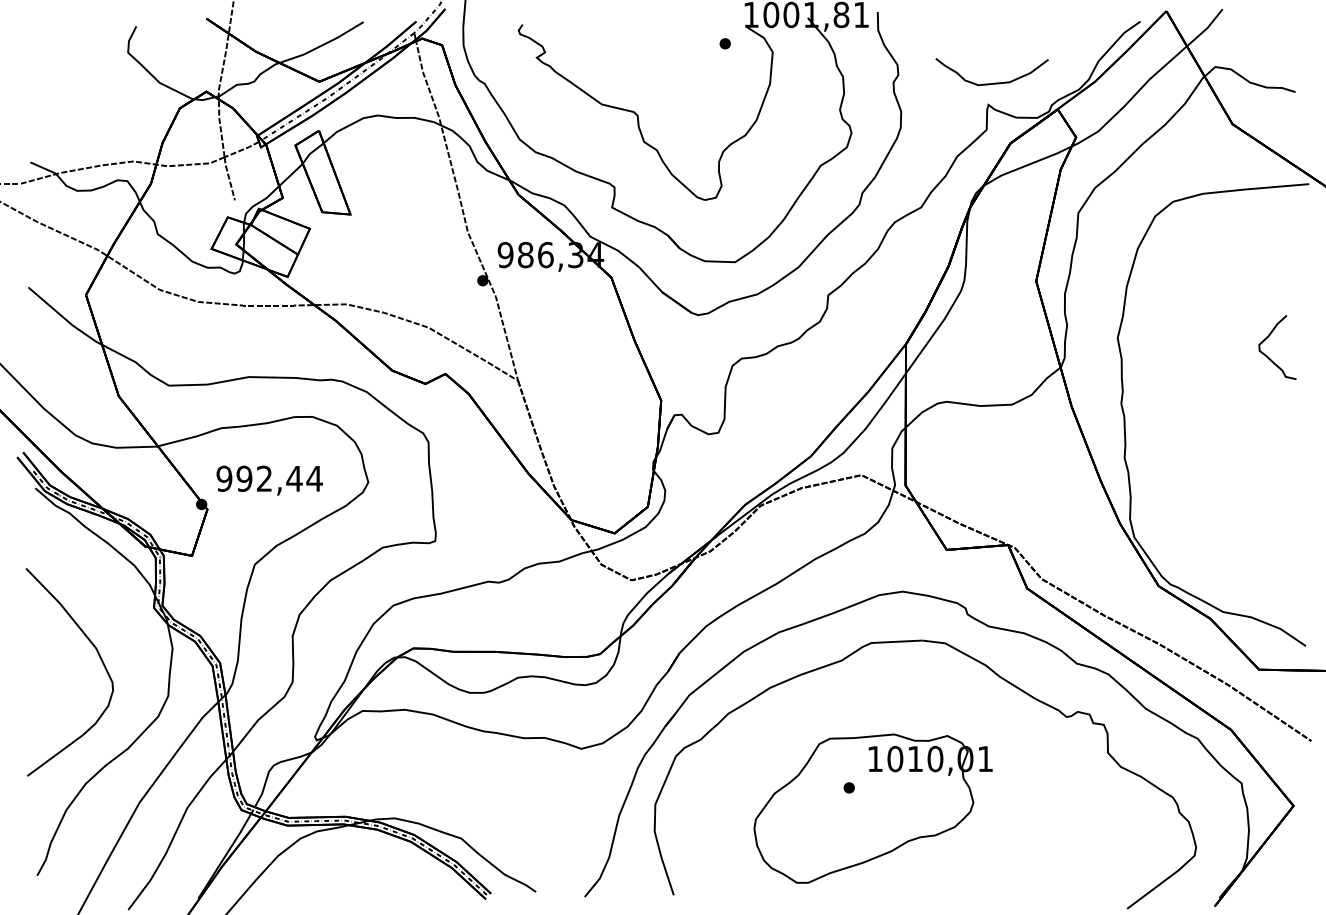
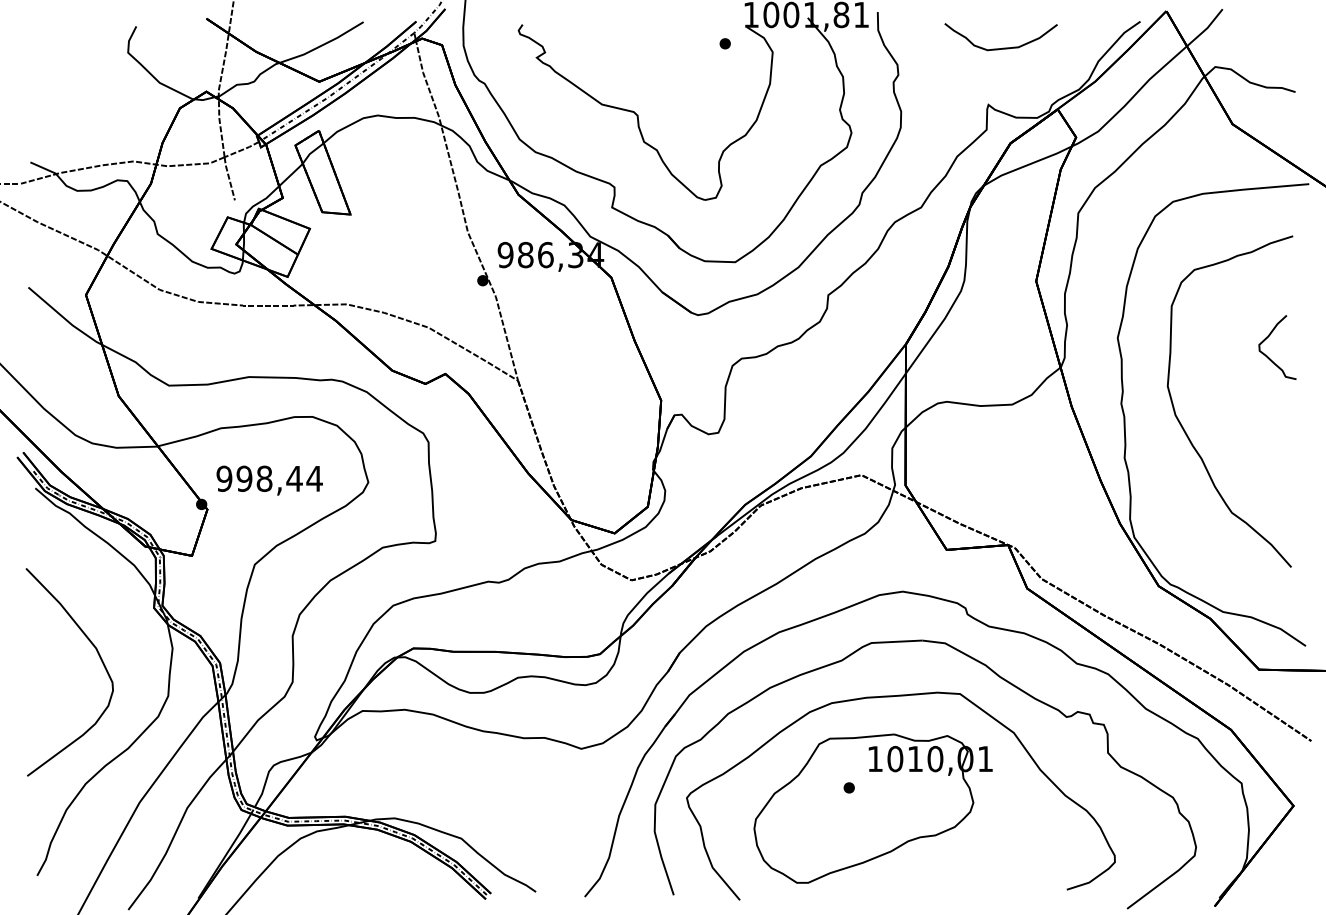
curve at (993, 82) position: (993, 82) -> (1002, 47)
curve at (1184, 428): none -> present
text at (264, 478): 992,44 -> 998,44
curve at (892, 697): none -> present
